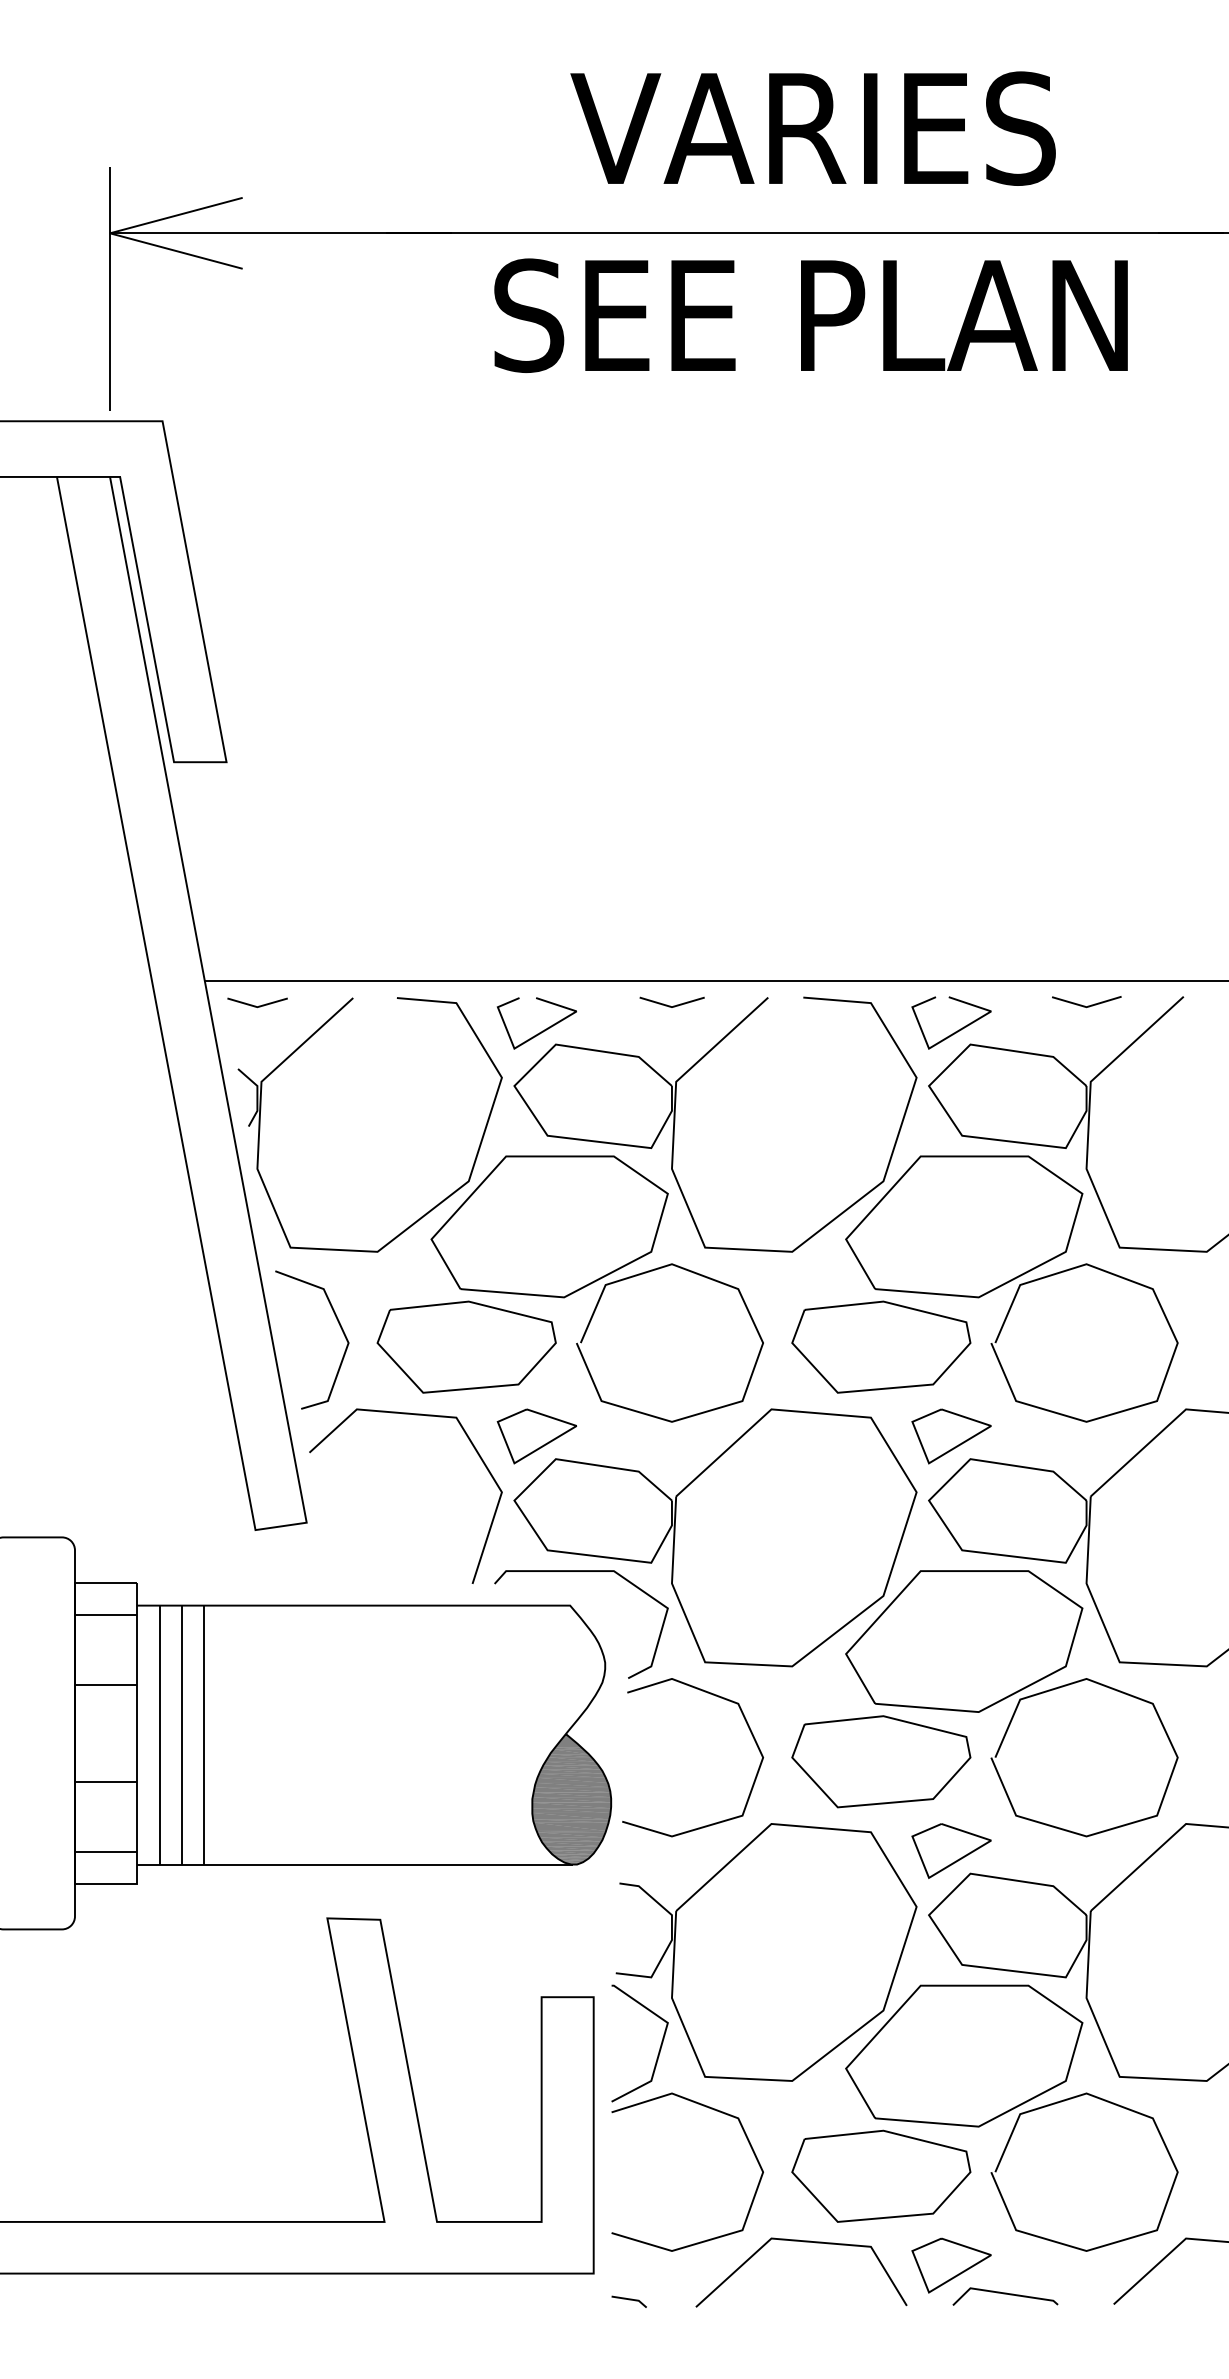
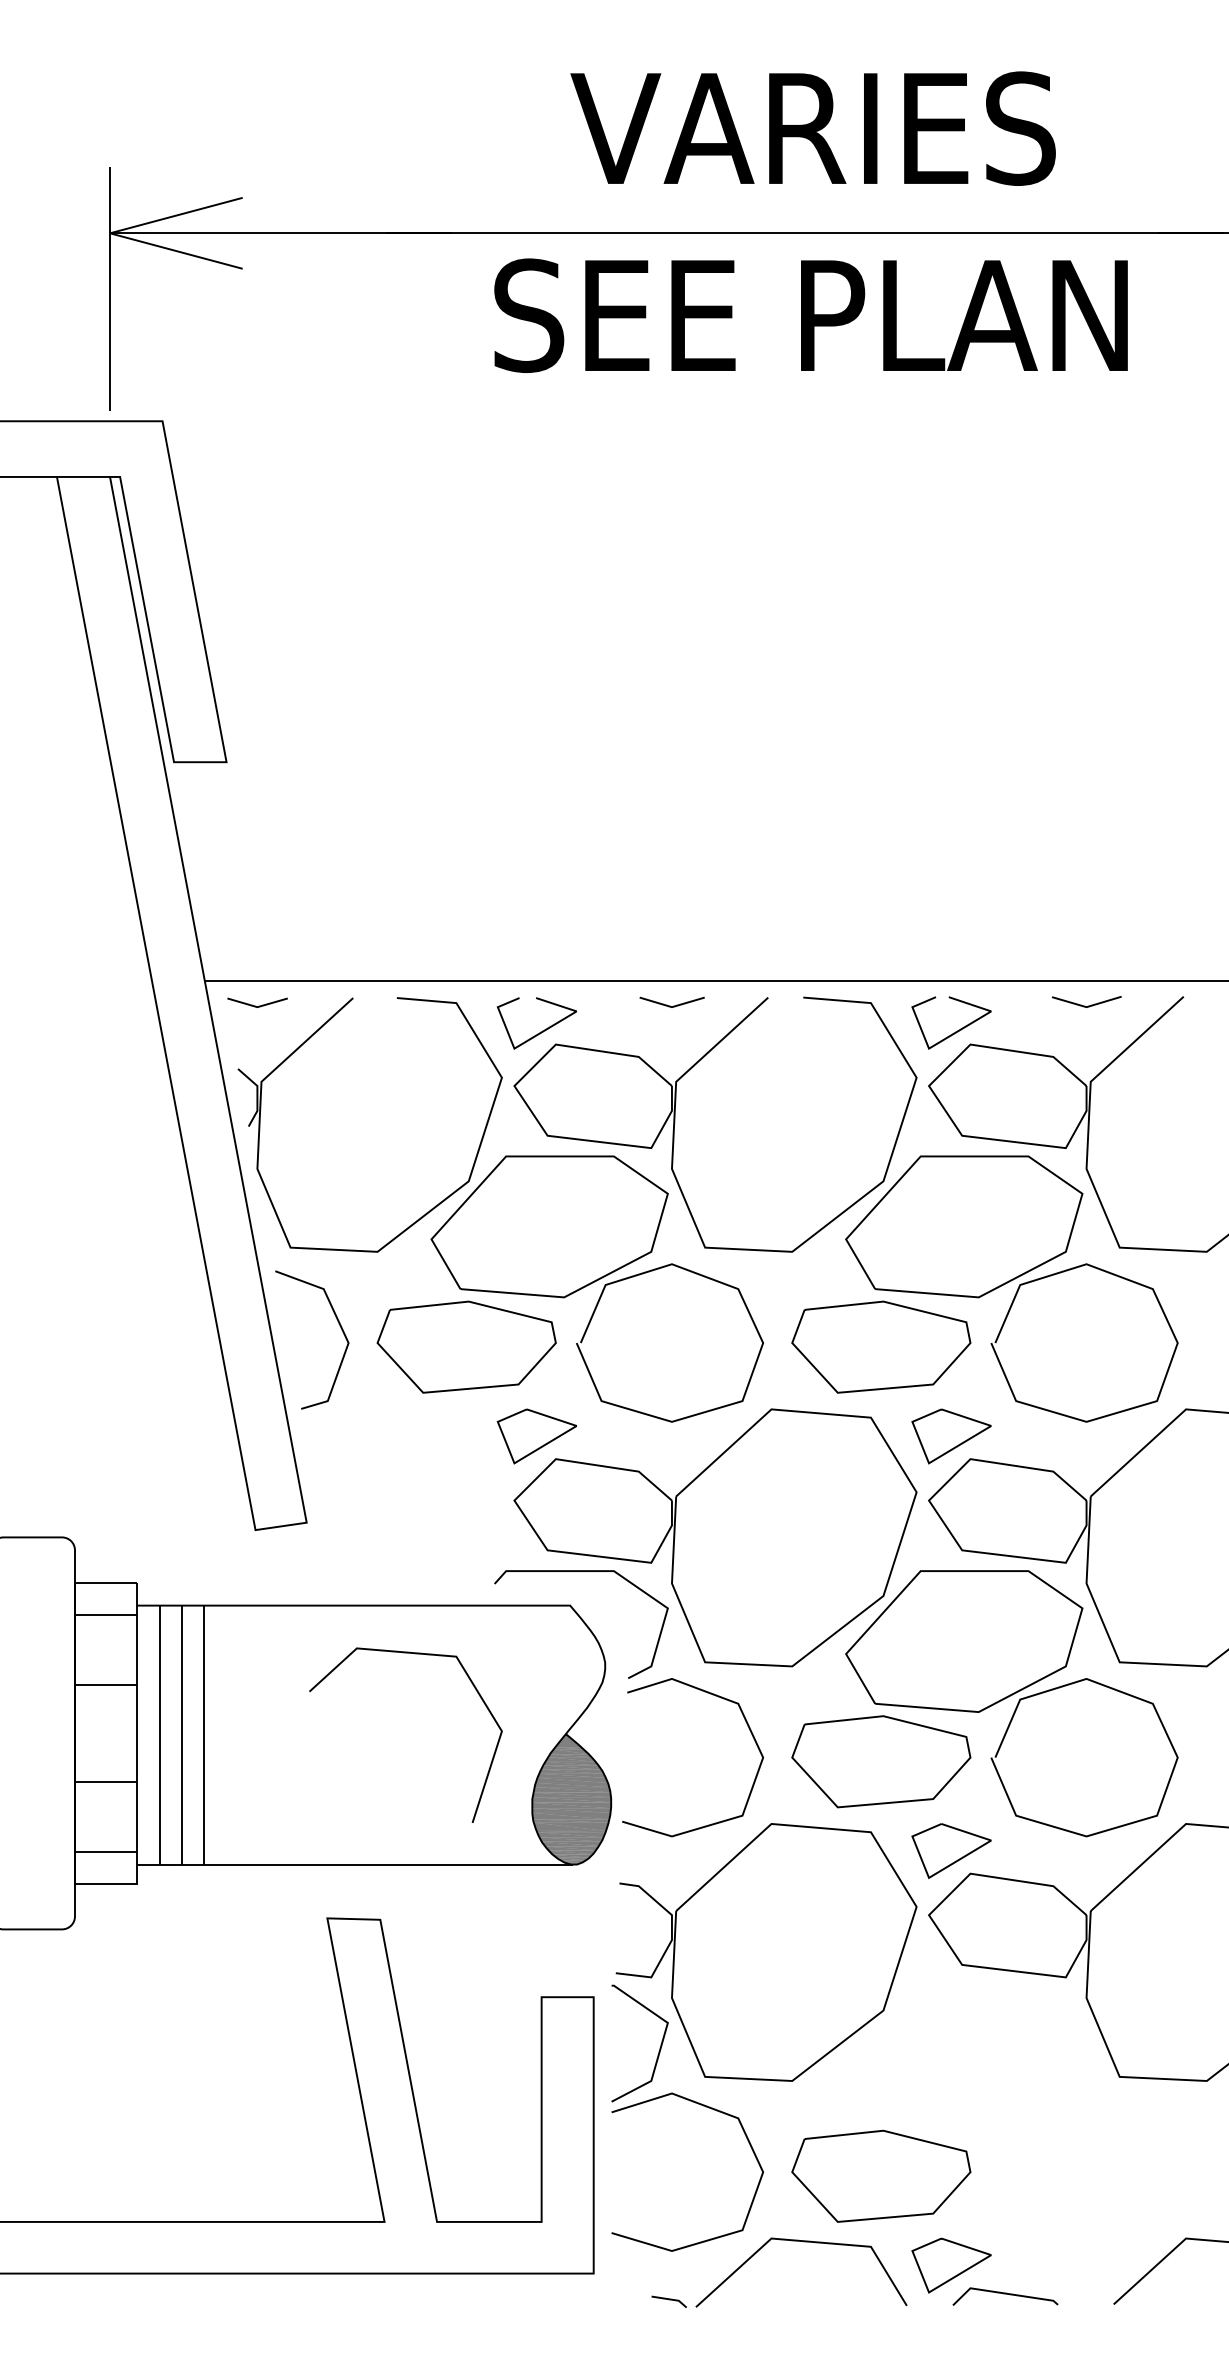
line at (414, 1415) position: (414, 1415) -> (414, 1654)
part at (1011, 2117): present -> none
line at (628, 2300) position: (628, 2300) -> (668, 2300)
